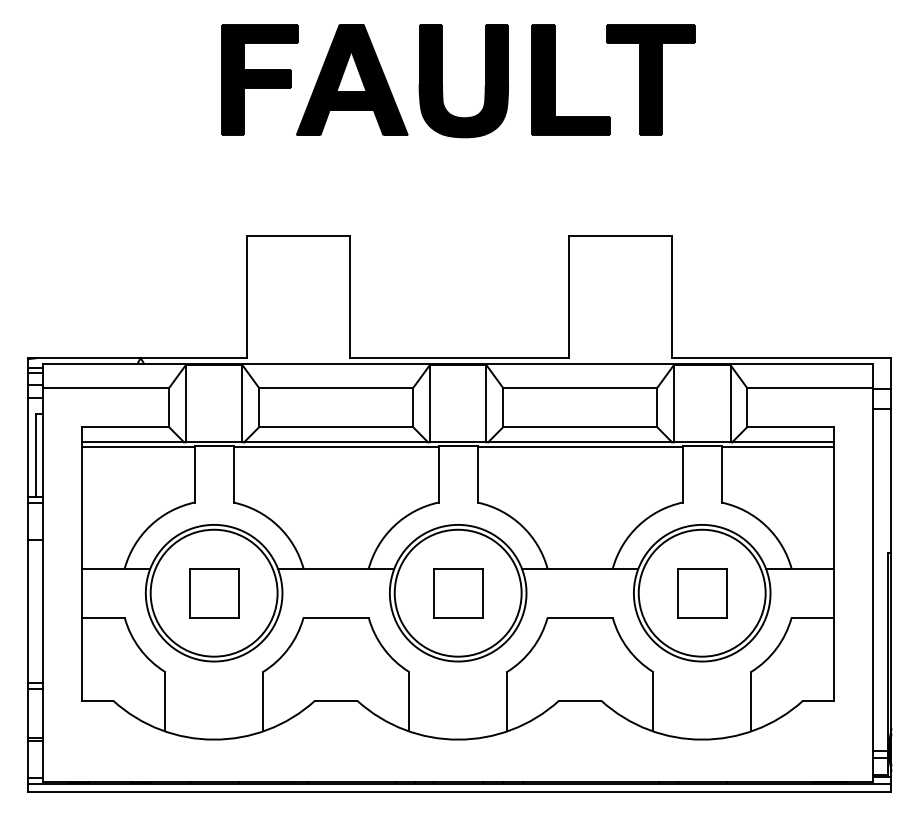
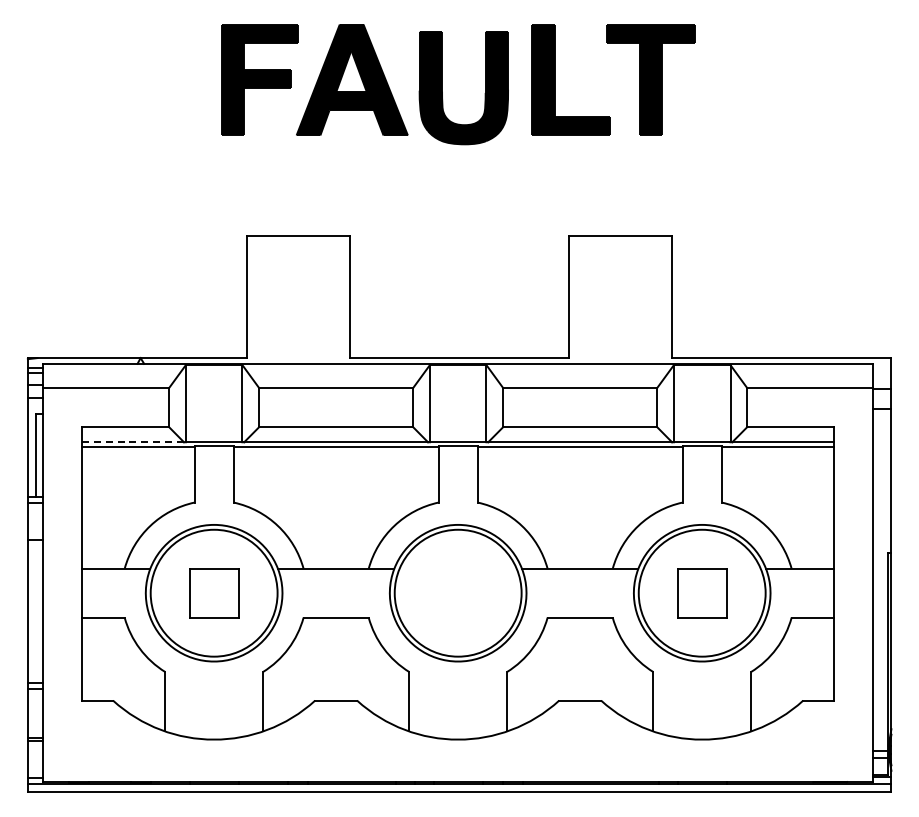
part at (442, 81) position: (442, 81) -> (442, 88)
line at (133, 442): solid -> dashed
part at (458, 593): present -> none
